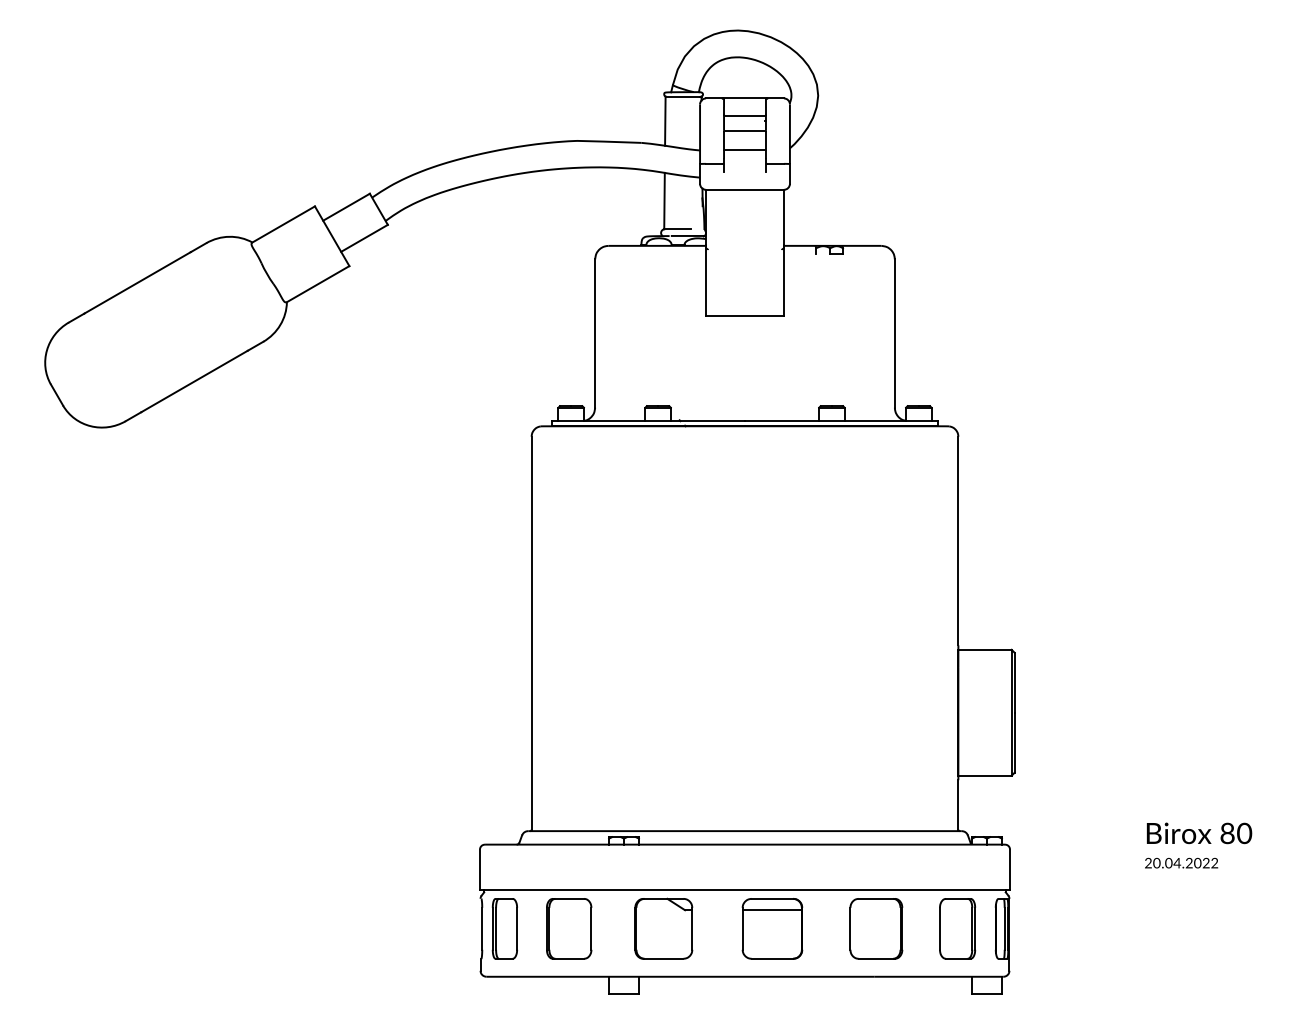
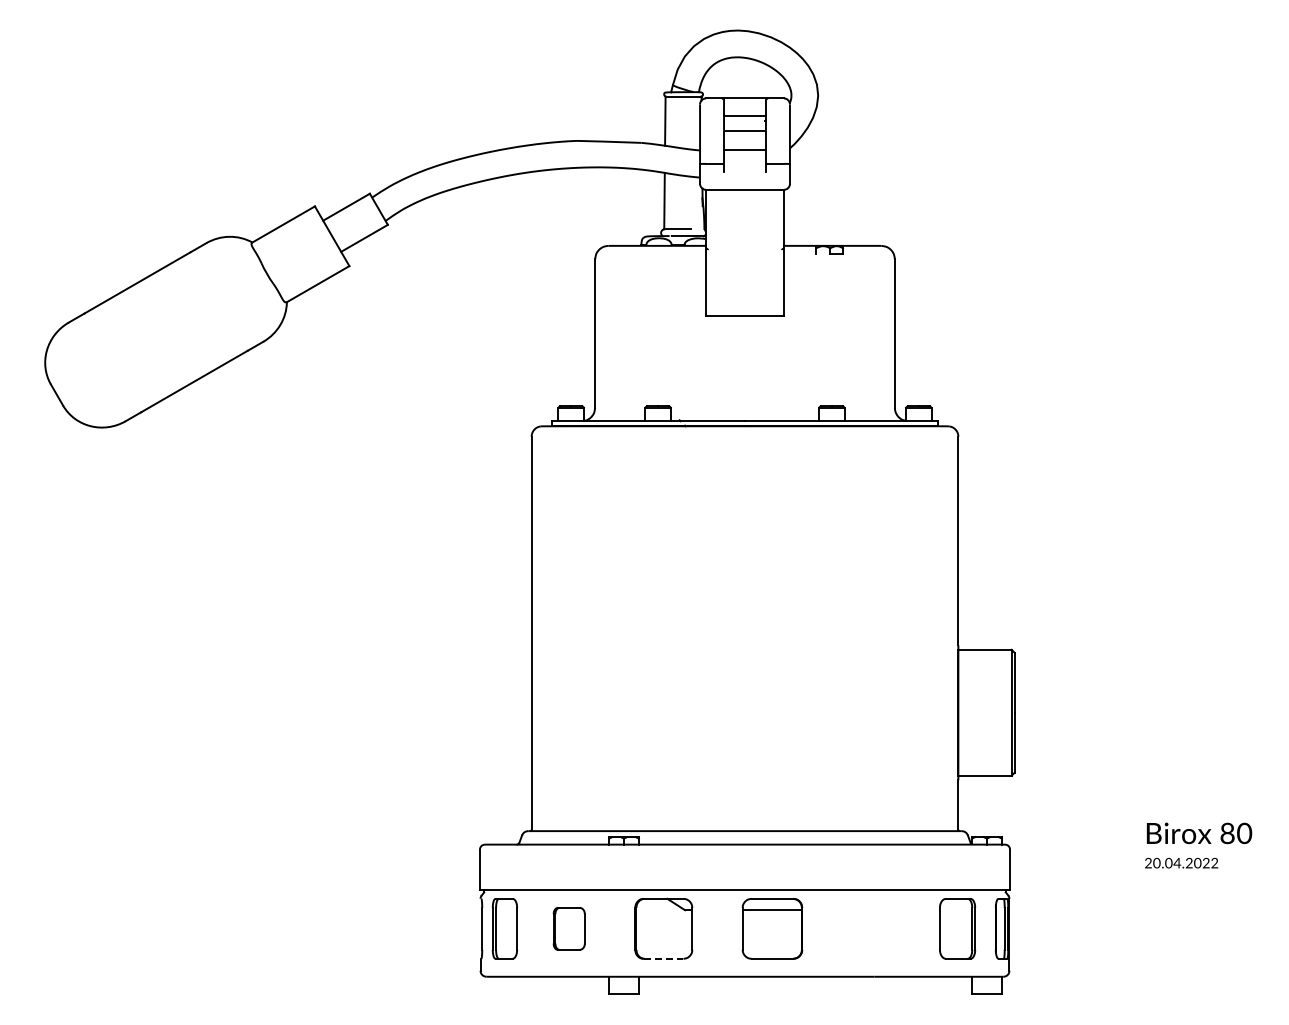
part at (569, 928) size: 47x62 px -> 34x44 px
part at (876, 928): present -> none
line at (663, 958): solid -> dashed
